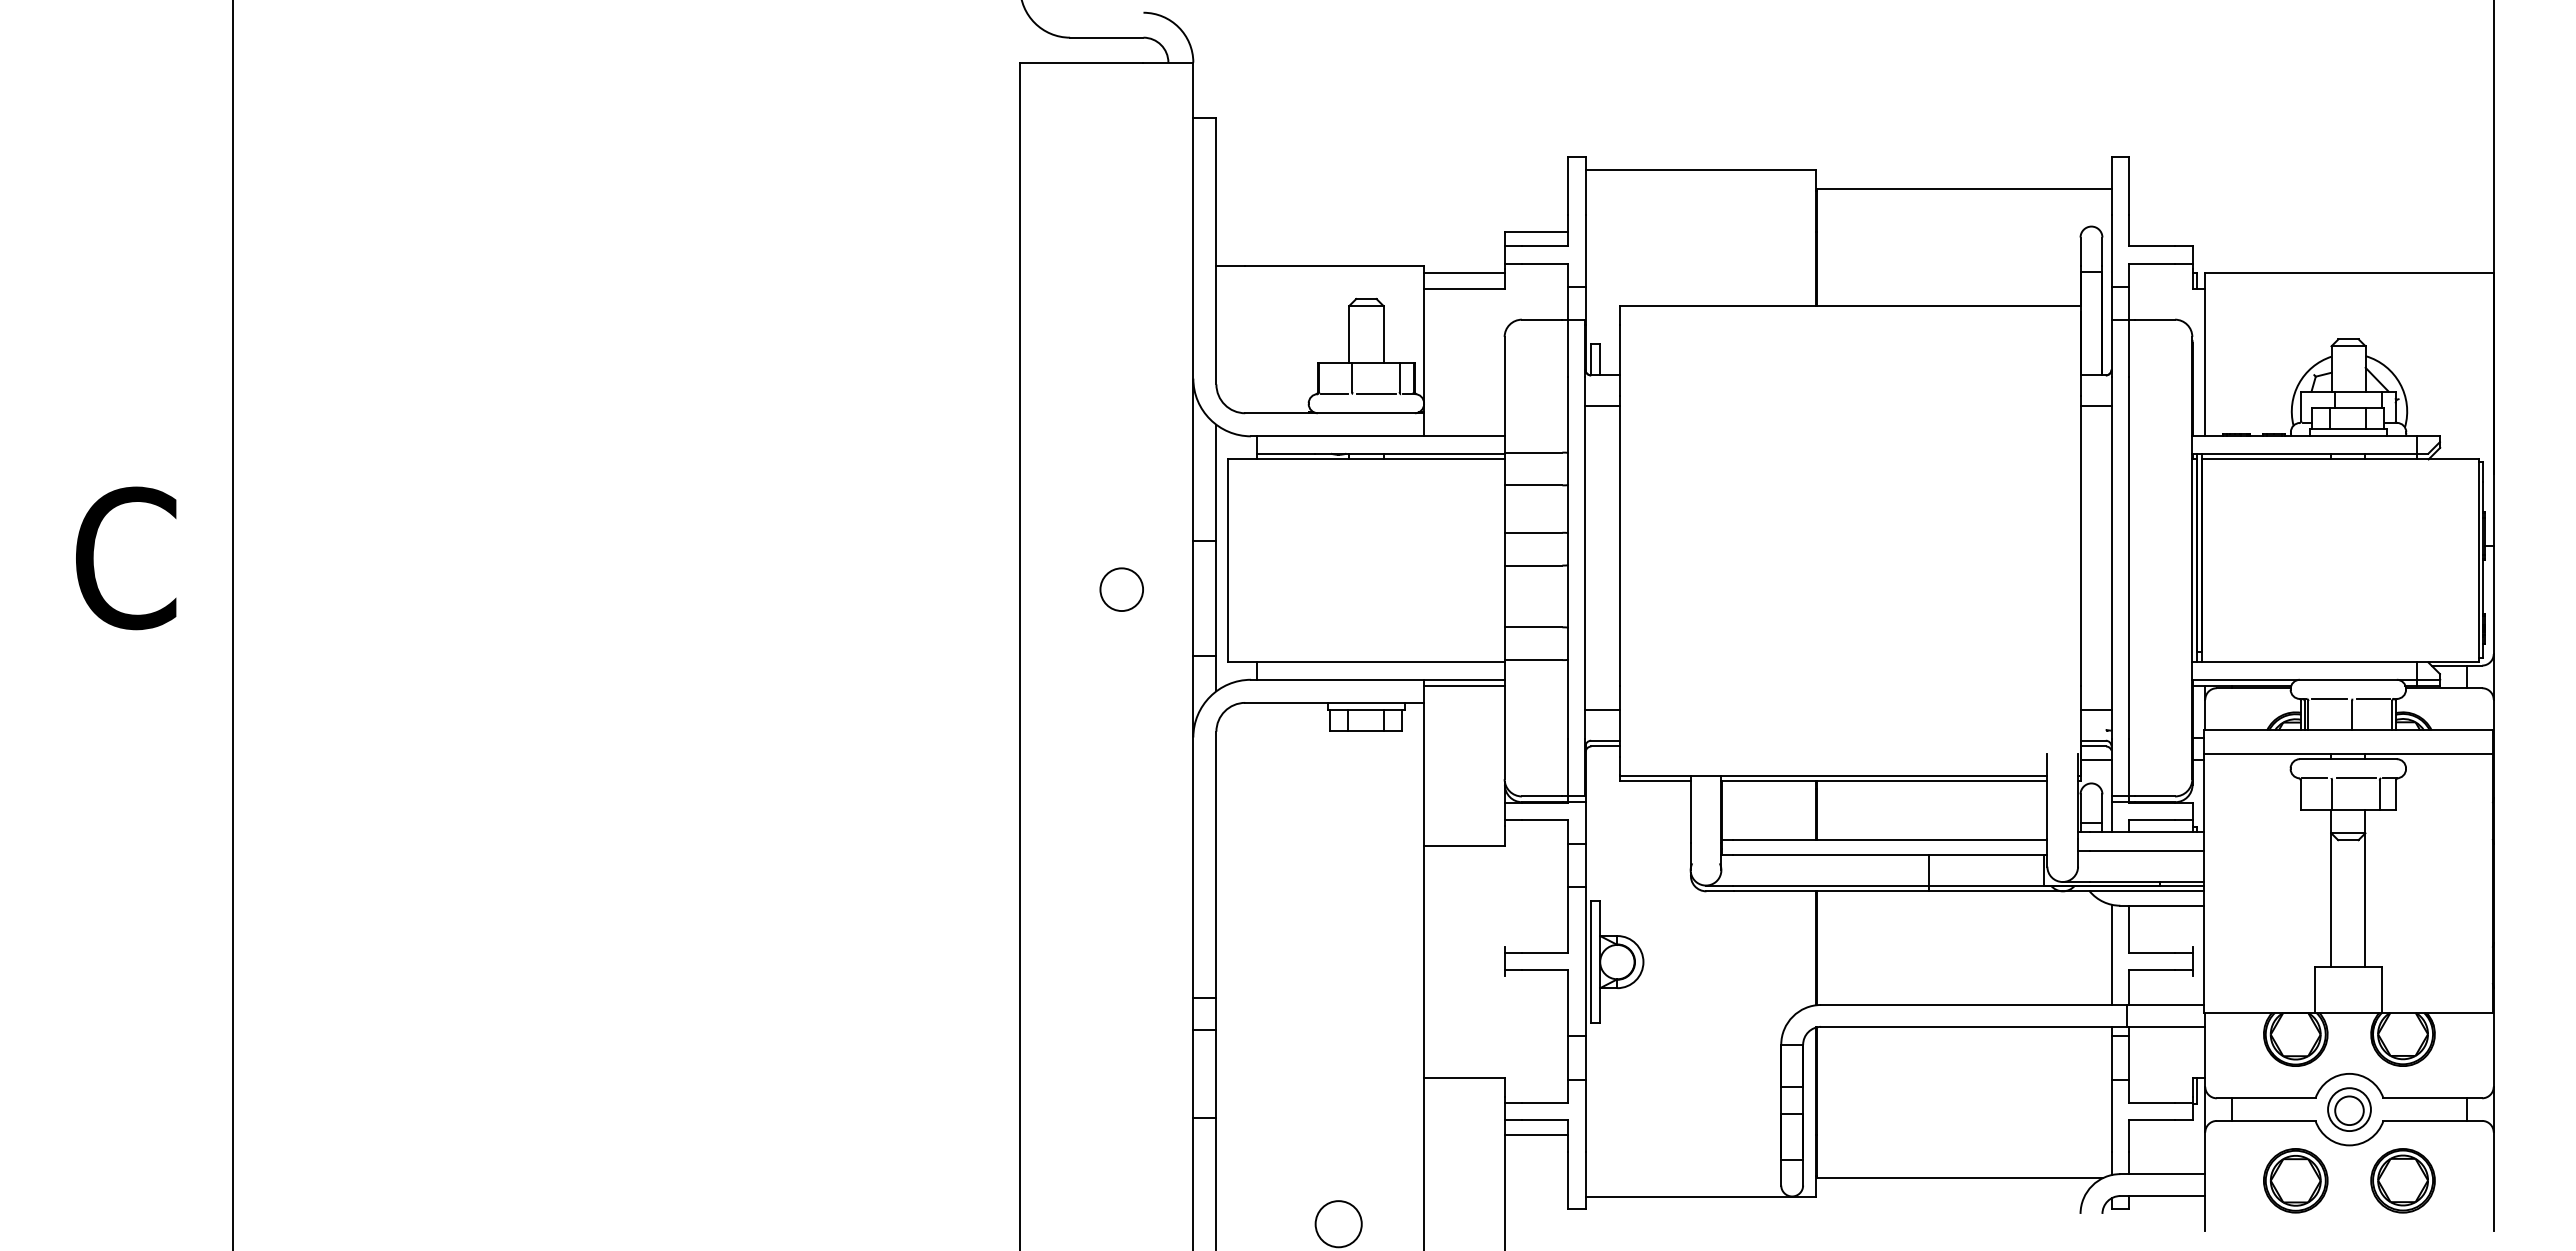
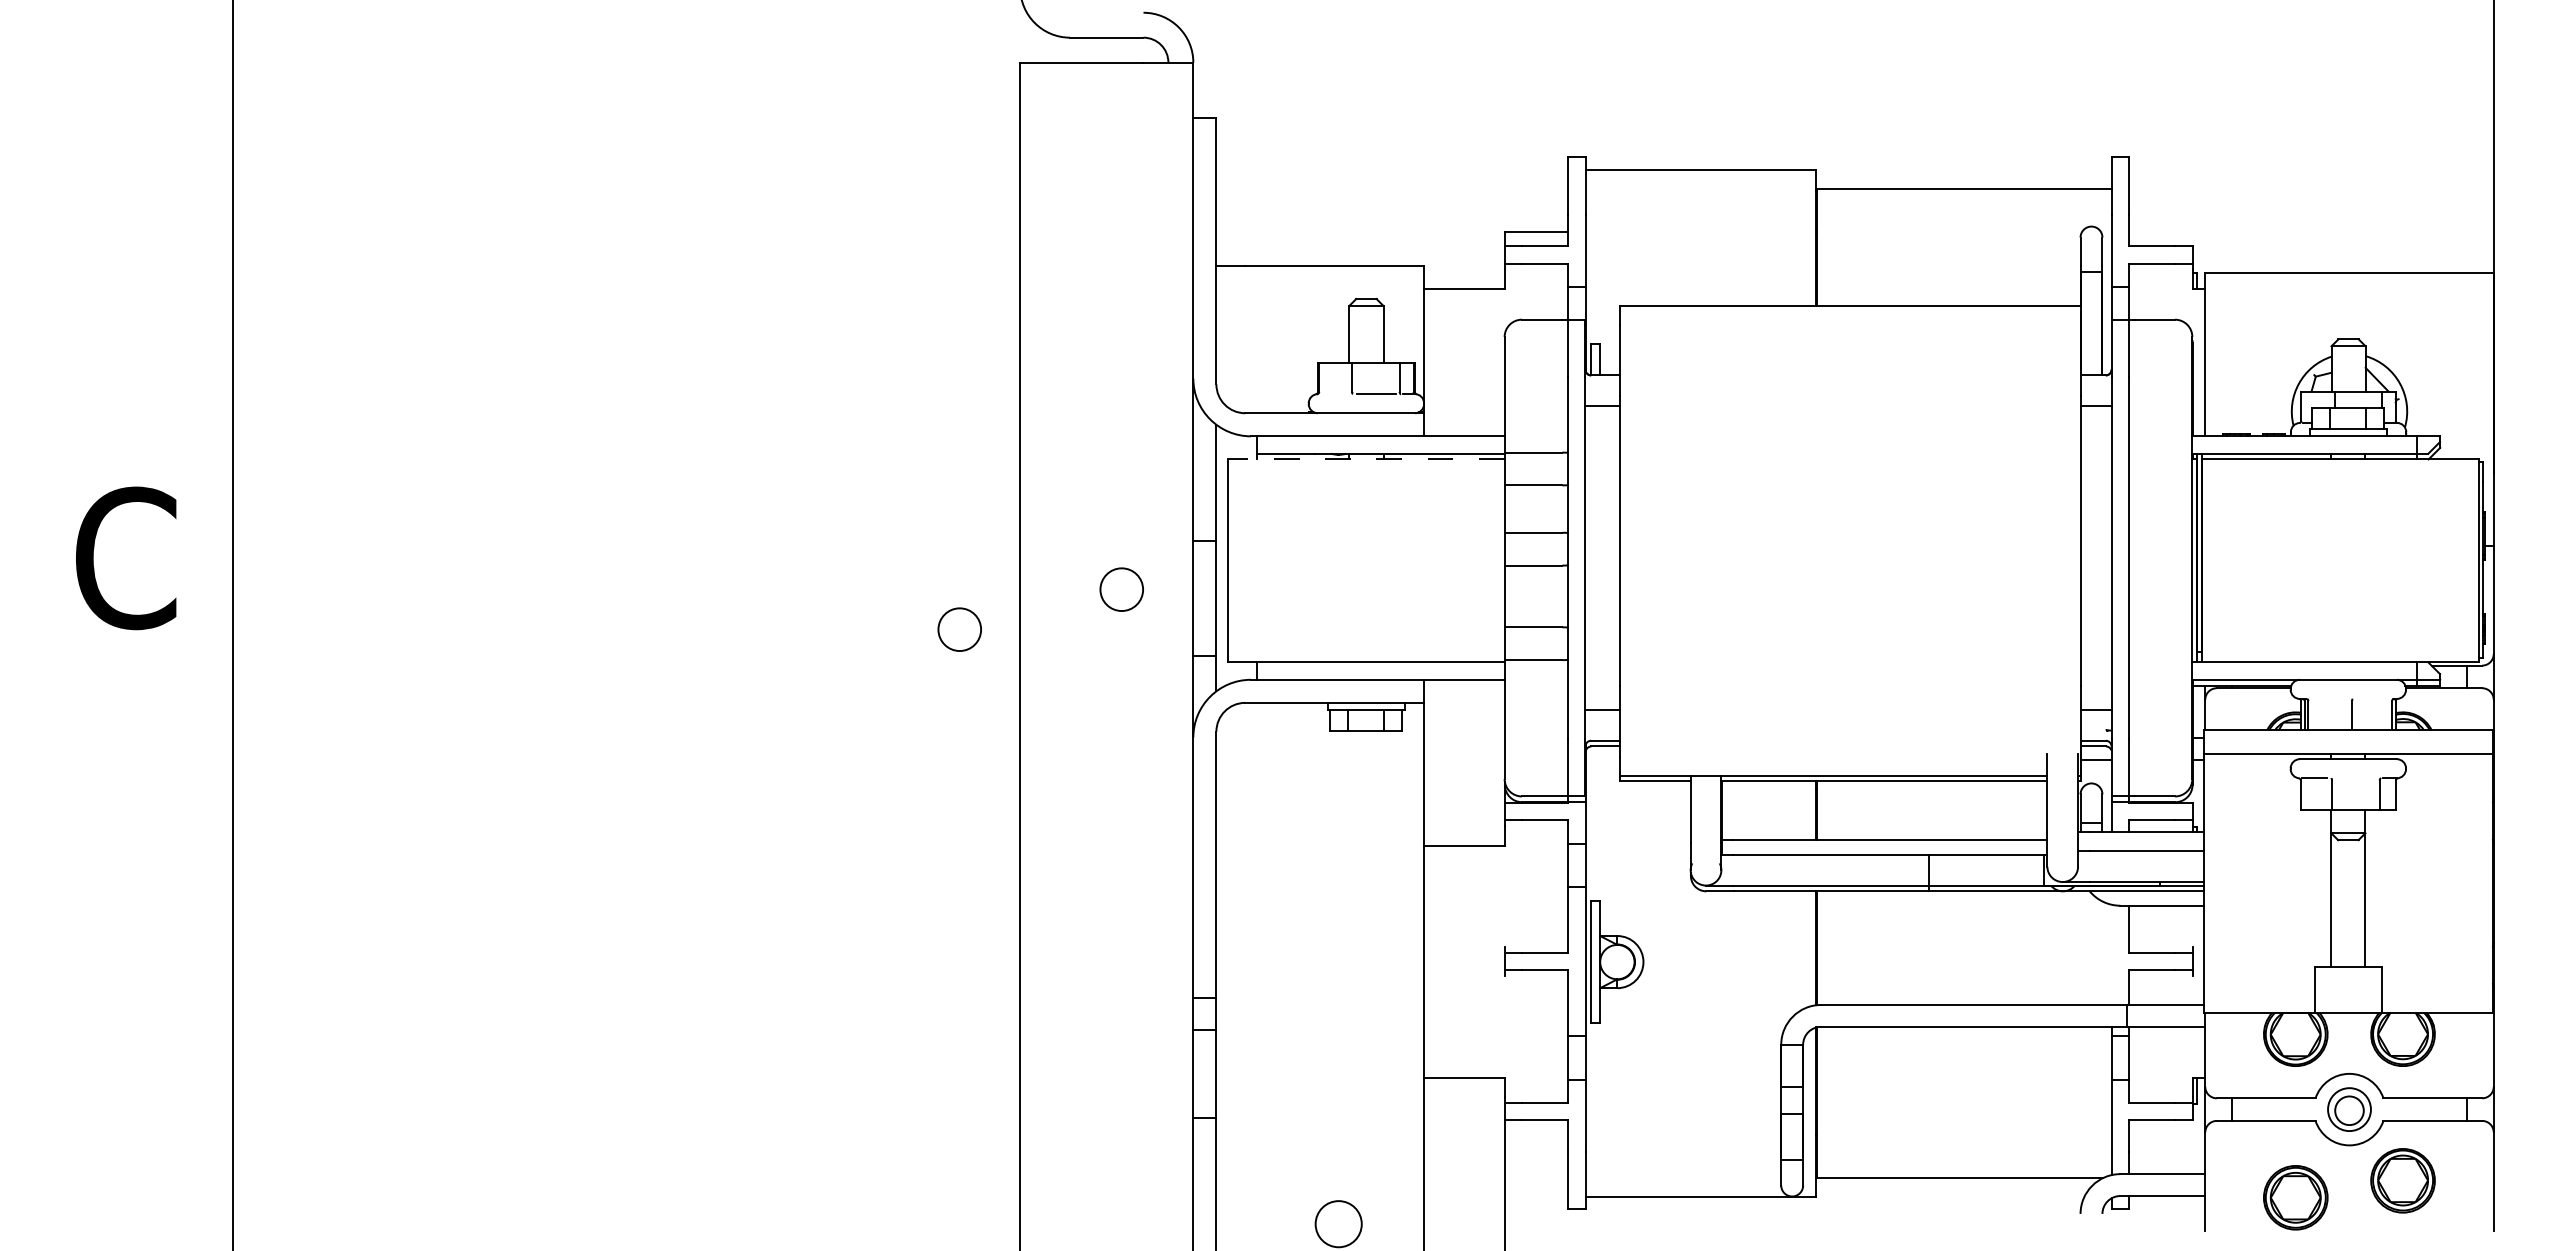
line at (1464, 273): present -> none
line at (1333, 394): present -> none
line at (1365, 459): solid -> dashed
circle at (959, 629): none -> present
line at (1464, 685): present -> none
line at (2329, 698): present -> none
line at (2373, 698): present -> none
line at (2355, 778): present -> none
line at (2111, 954): present -> none
line at (1536, 1134): present -> none
part at (2295, 1180) position: (2295, 1180) -> (2295, 1197)
